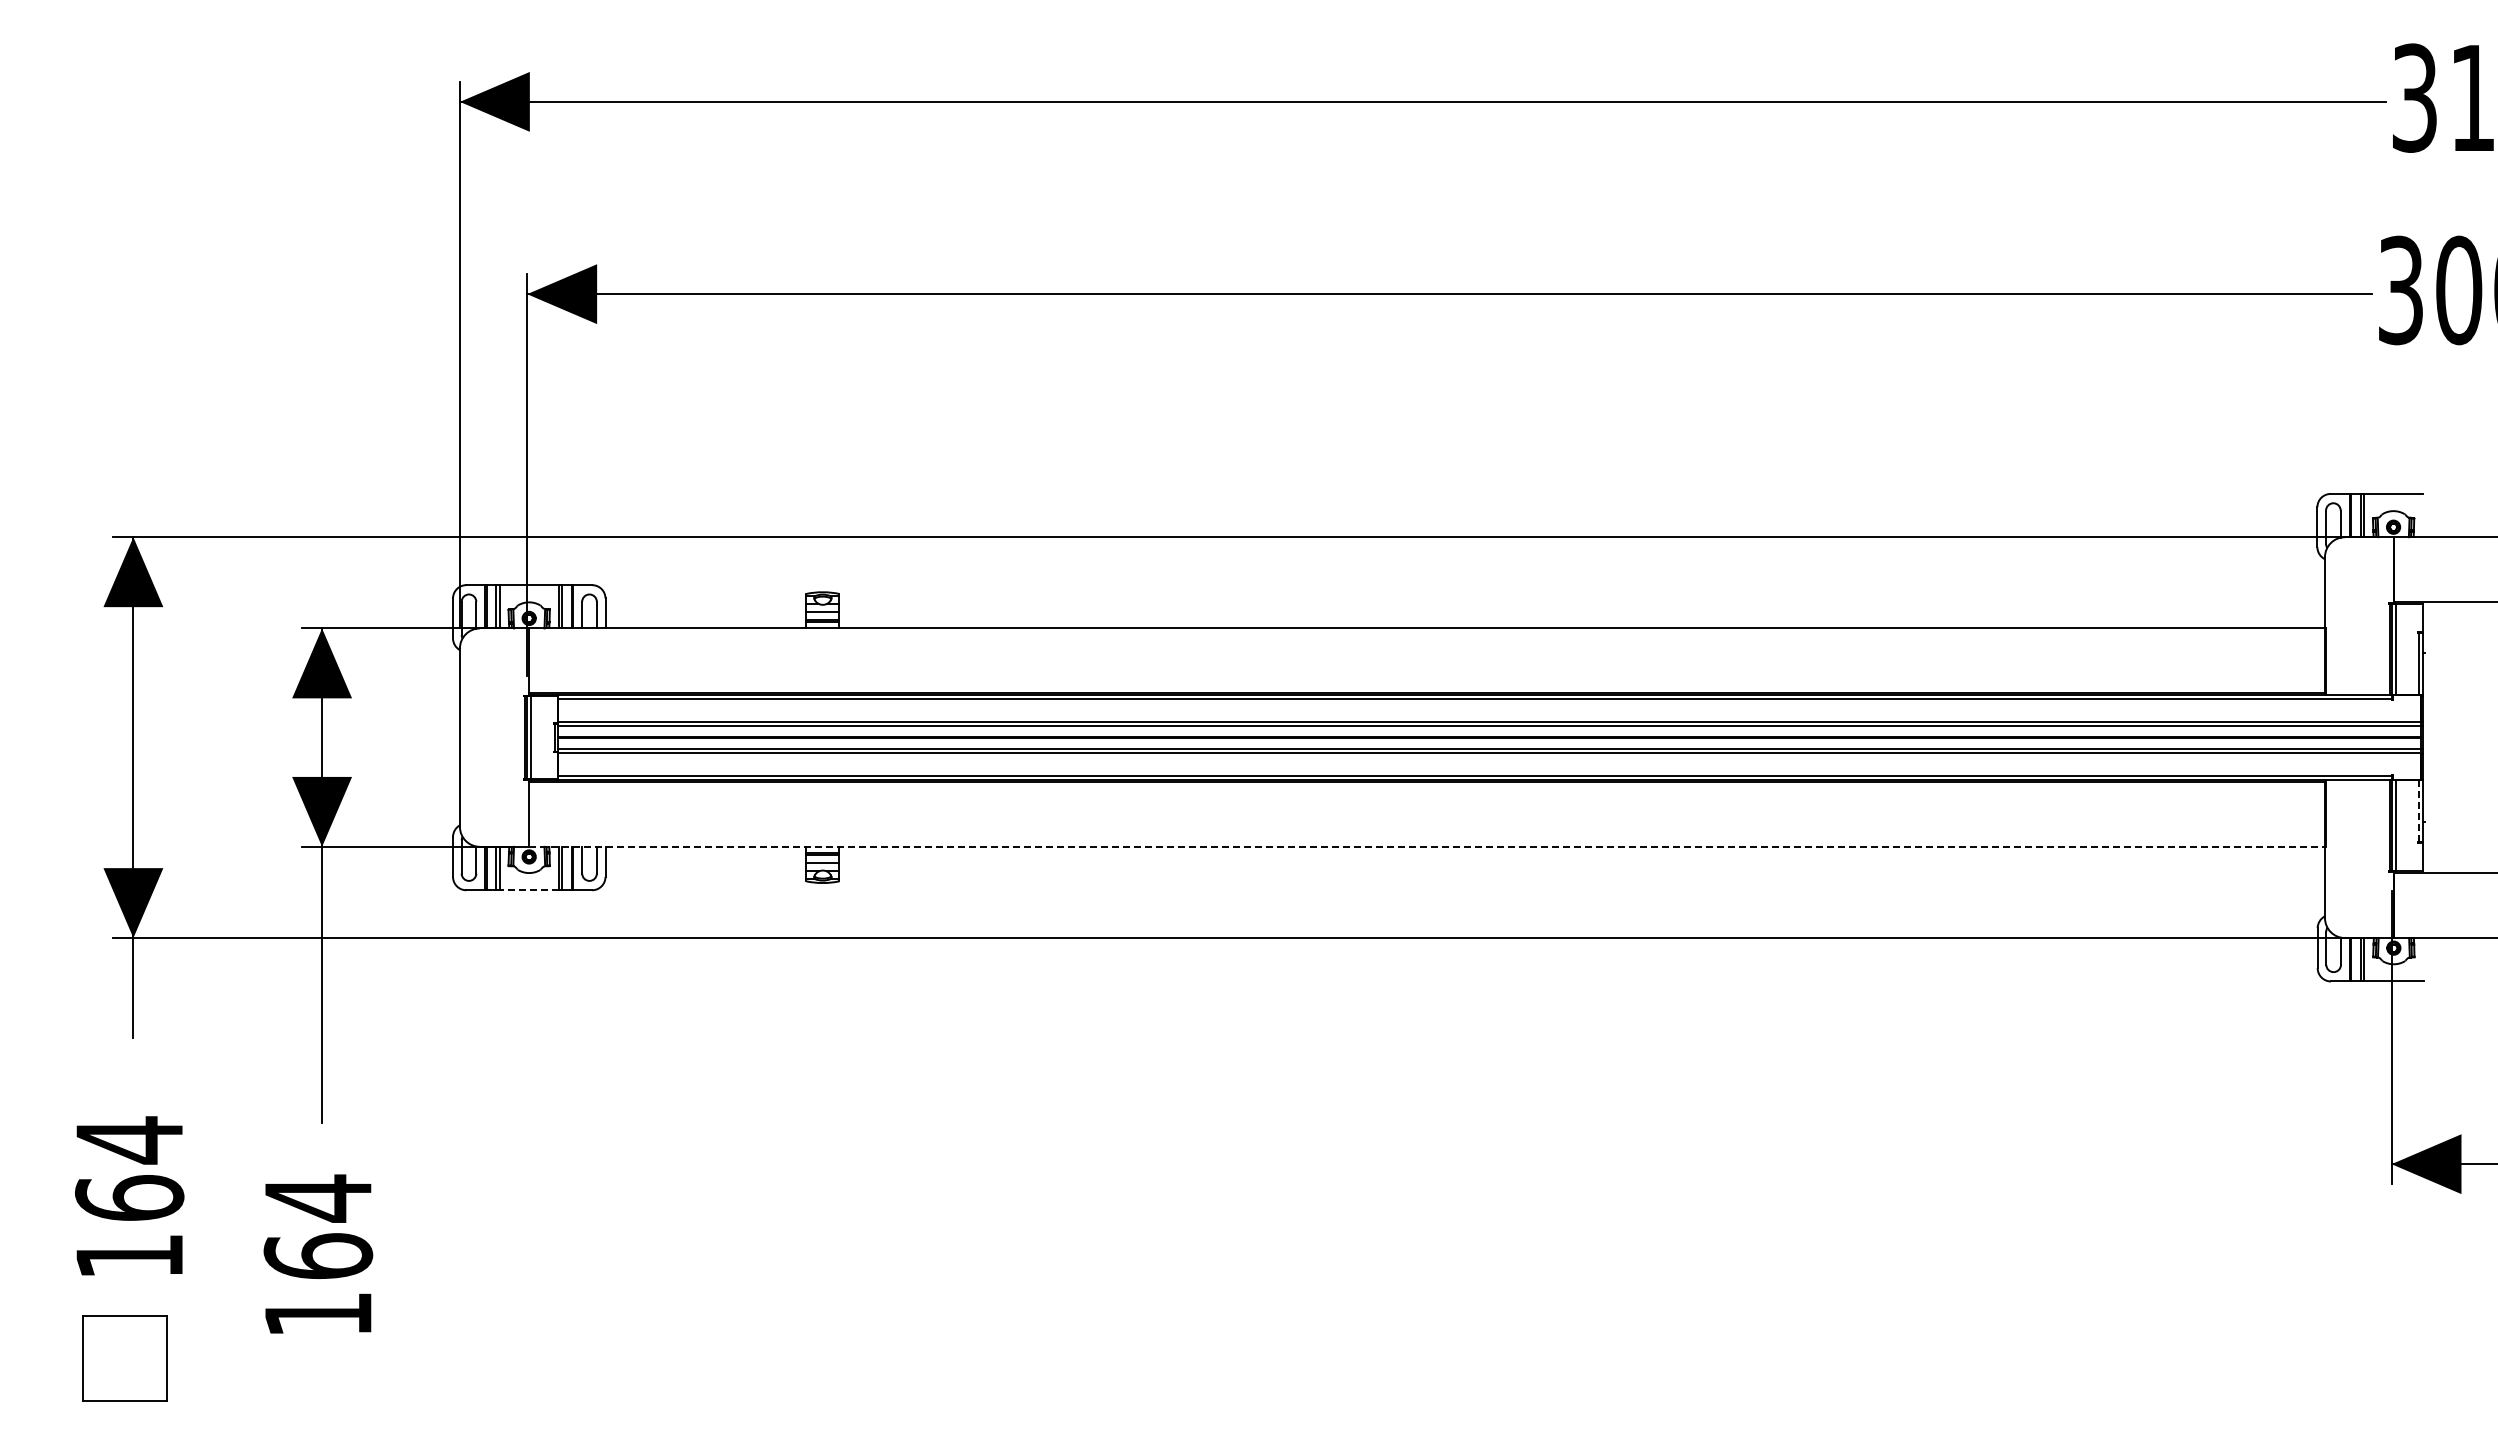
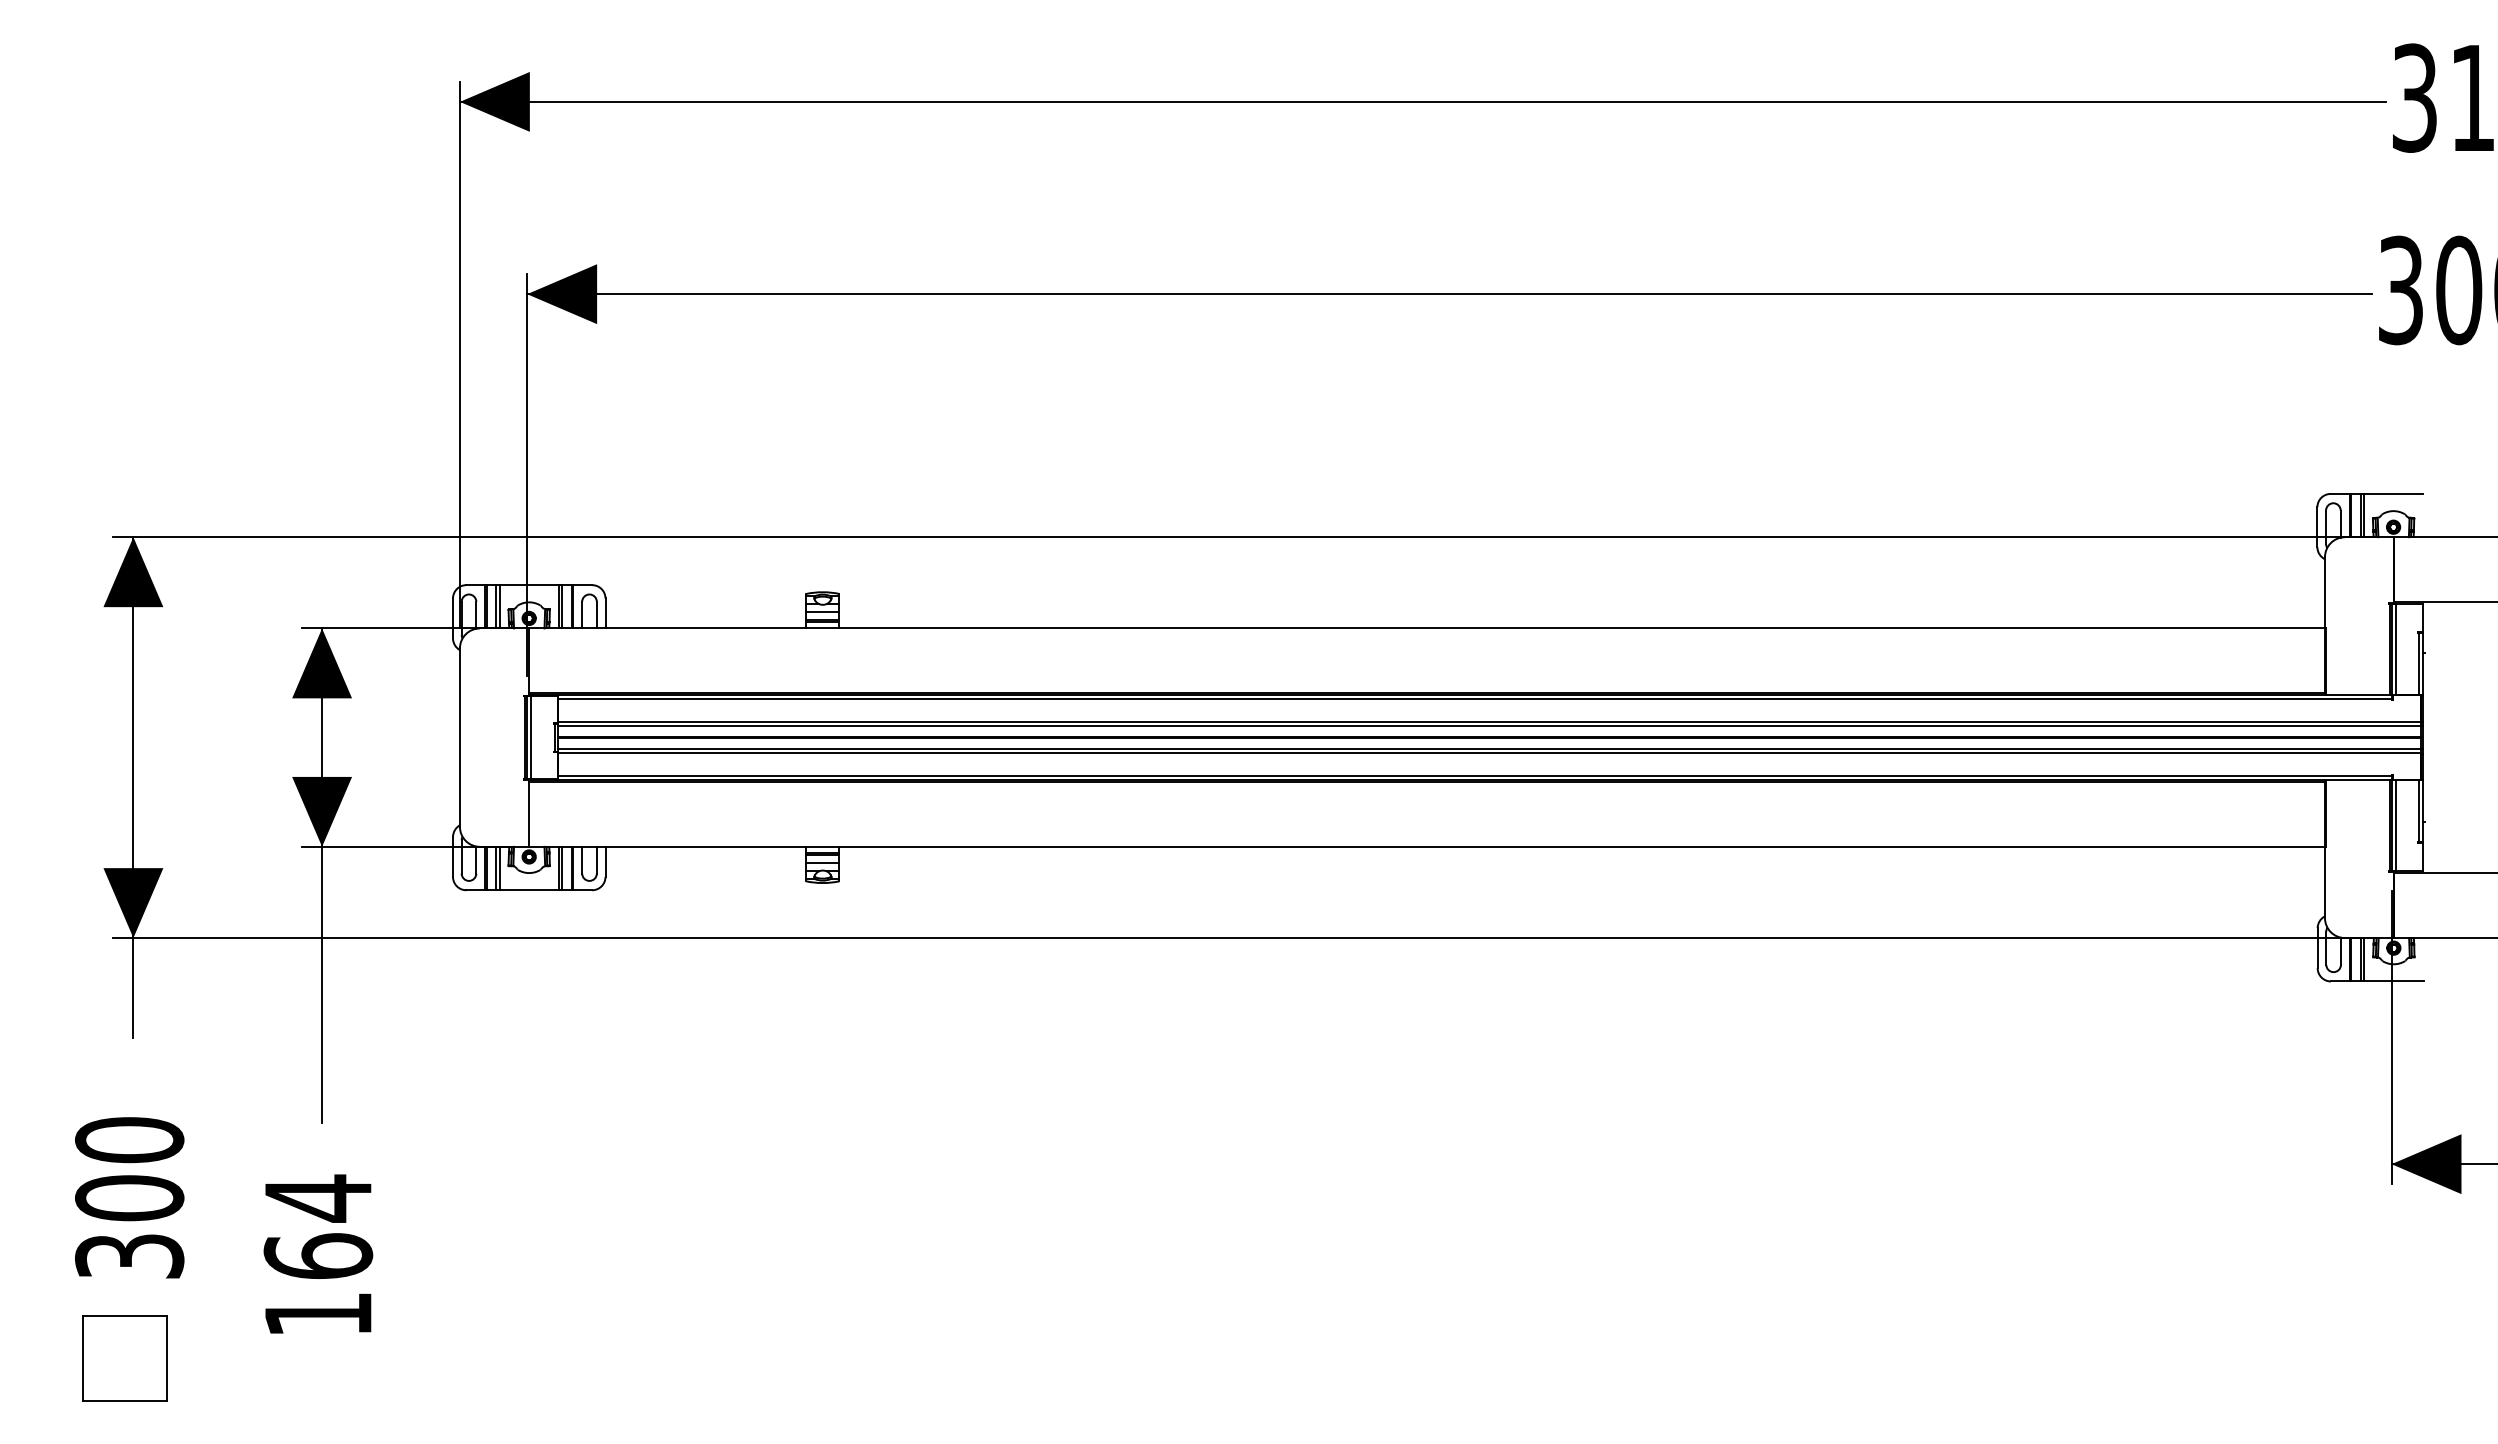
line at (2418, 811): dashed -> solid
line at (1427, 846): dashed -> solid
line at (529, 890): dashed -> solid
text at (129, 1197): 164 -> 300
